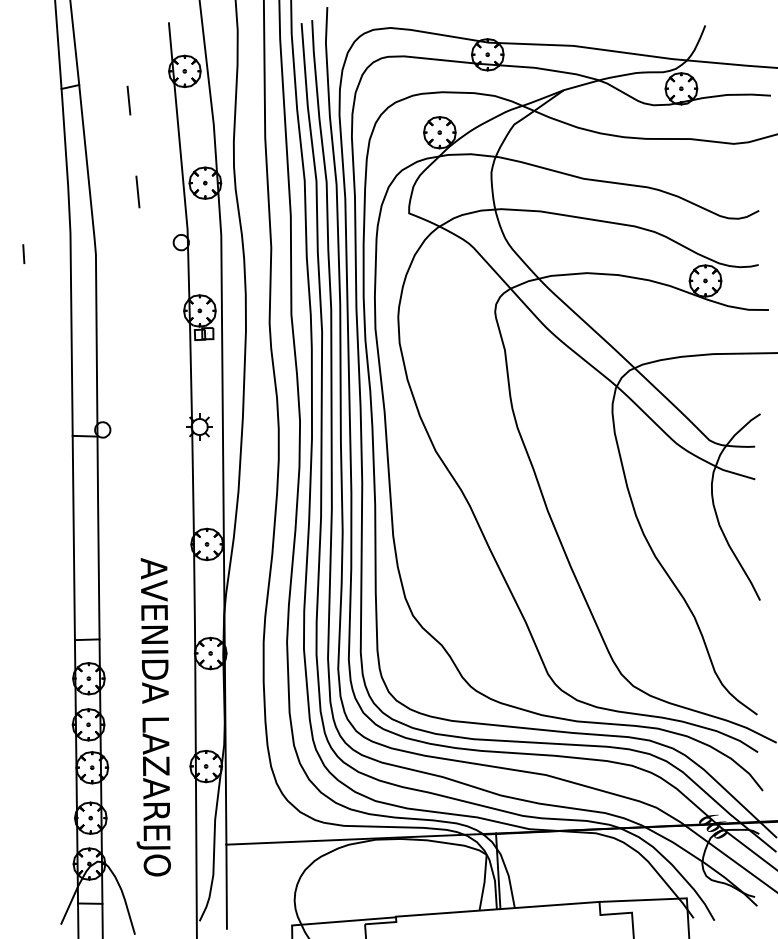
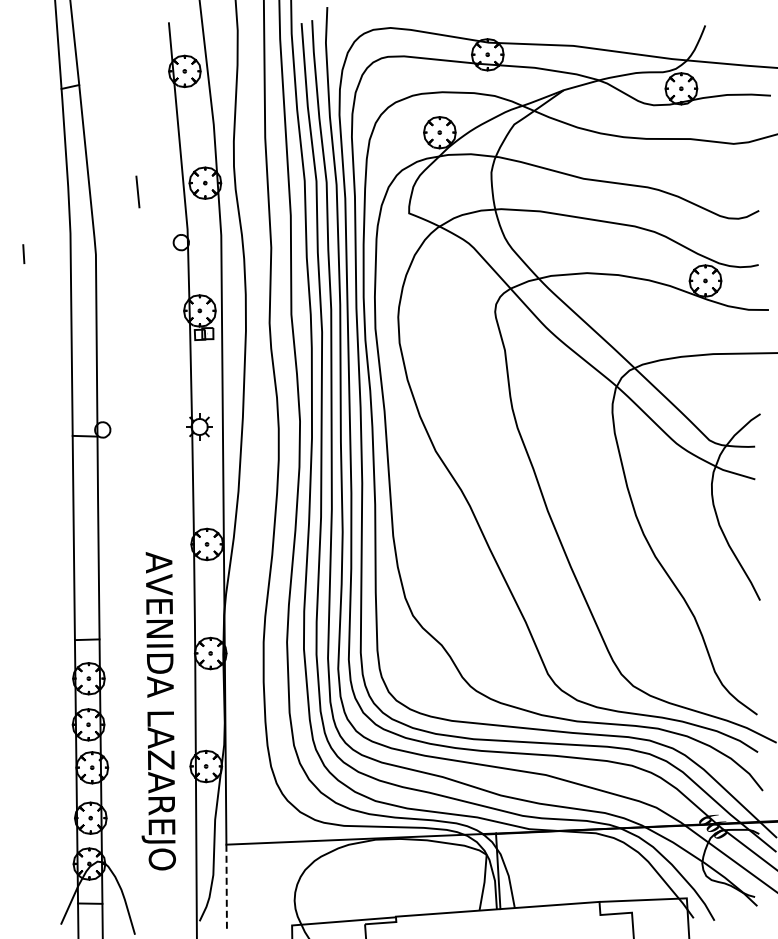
line at (128, 100): present -> none
text at (153, 717) position: (153, 717) -> (158, 711)
line at (226, 886): solid -> dashed
